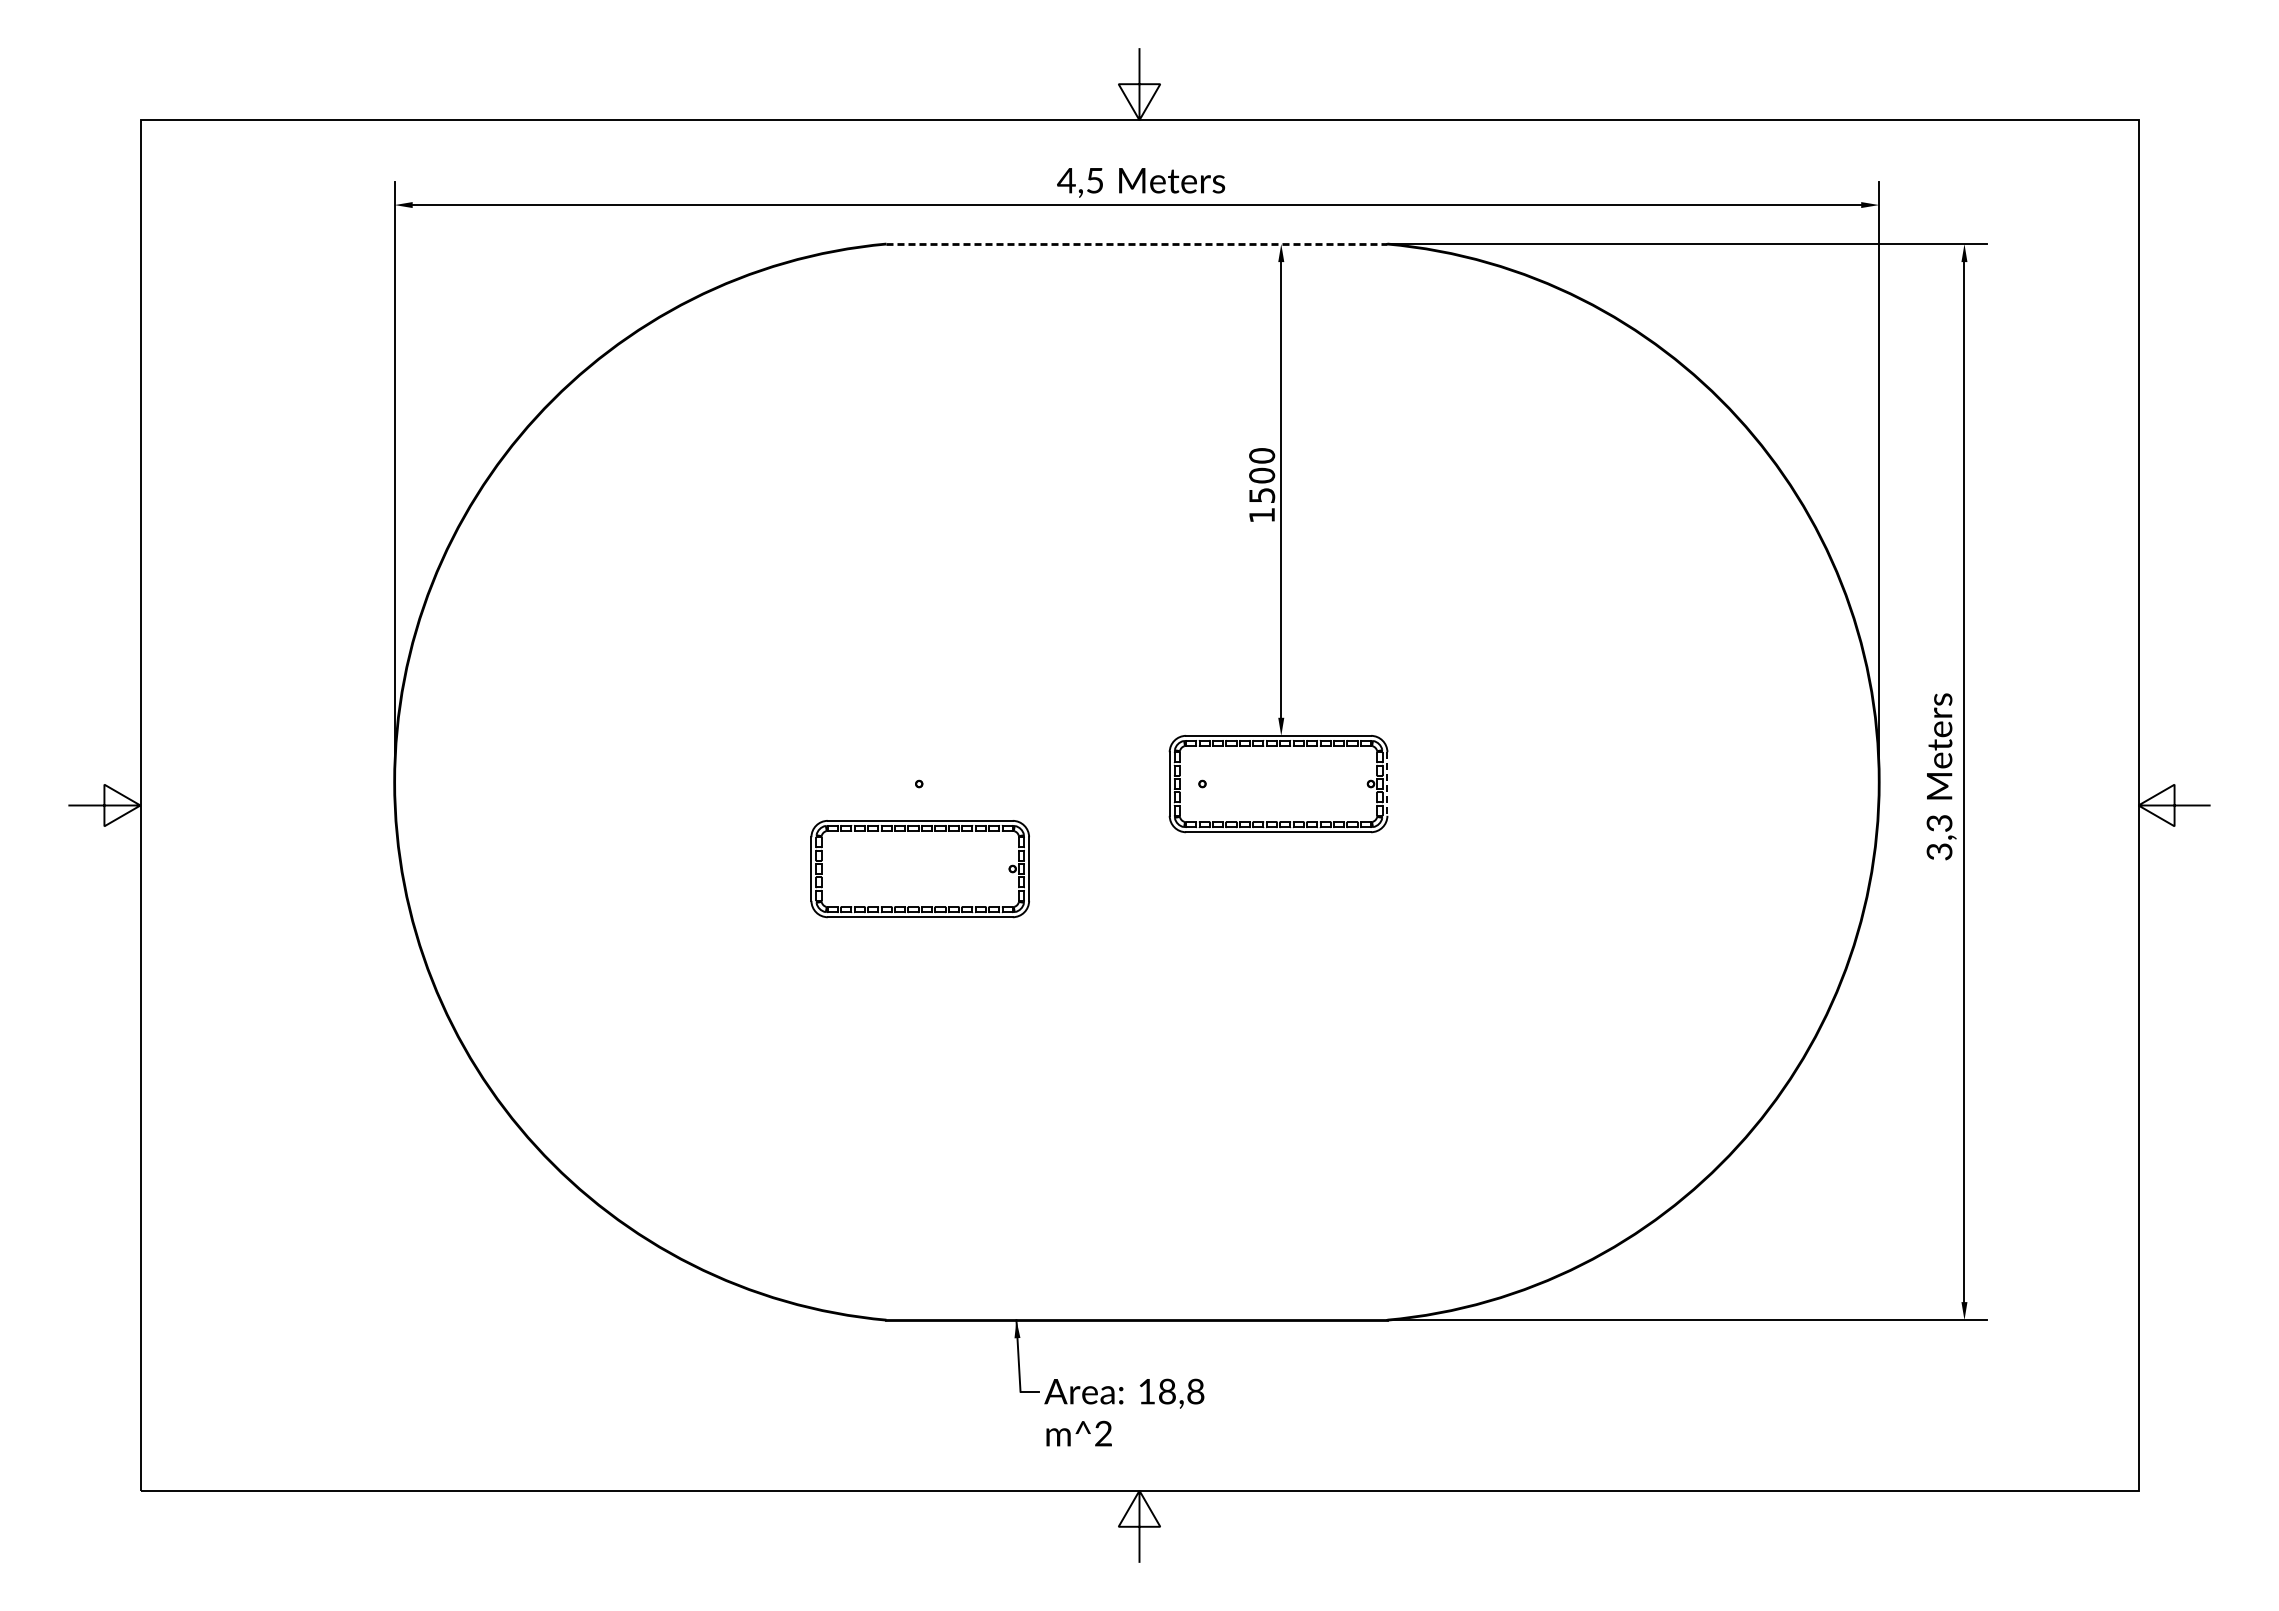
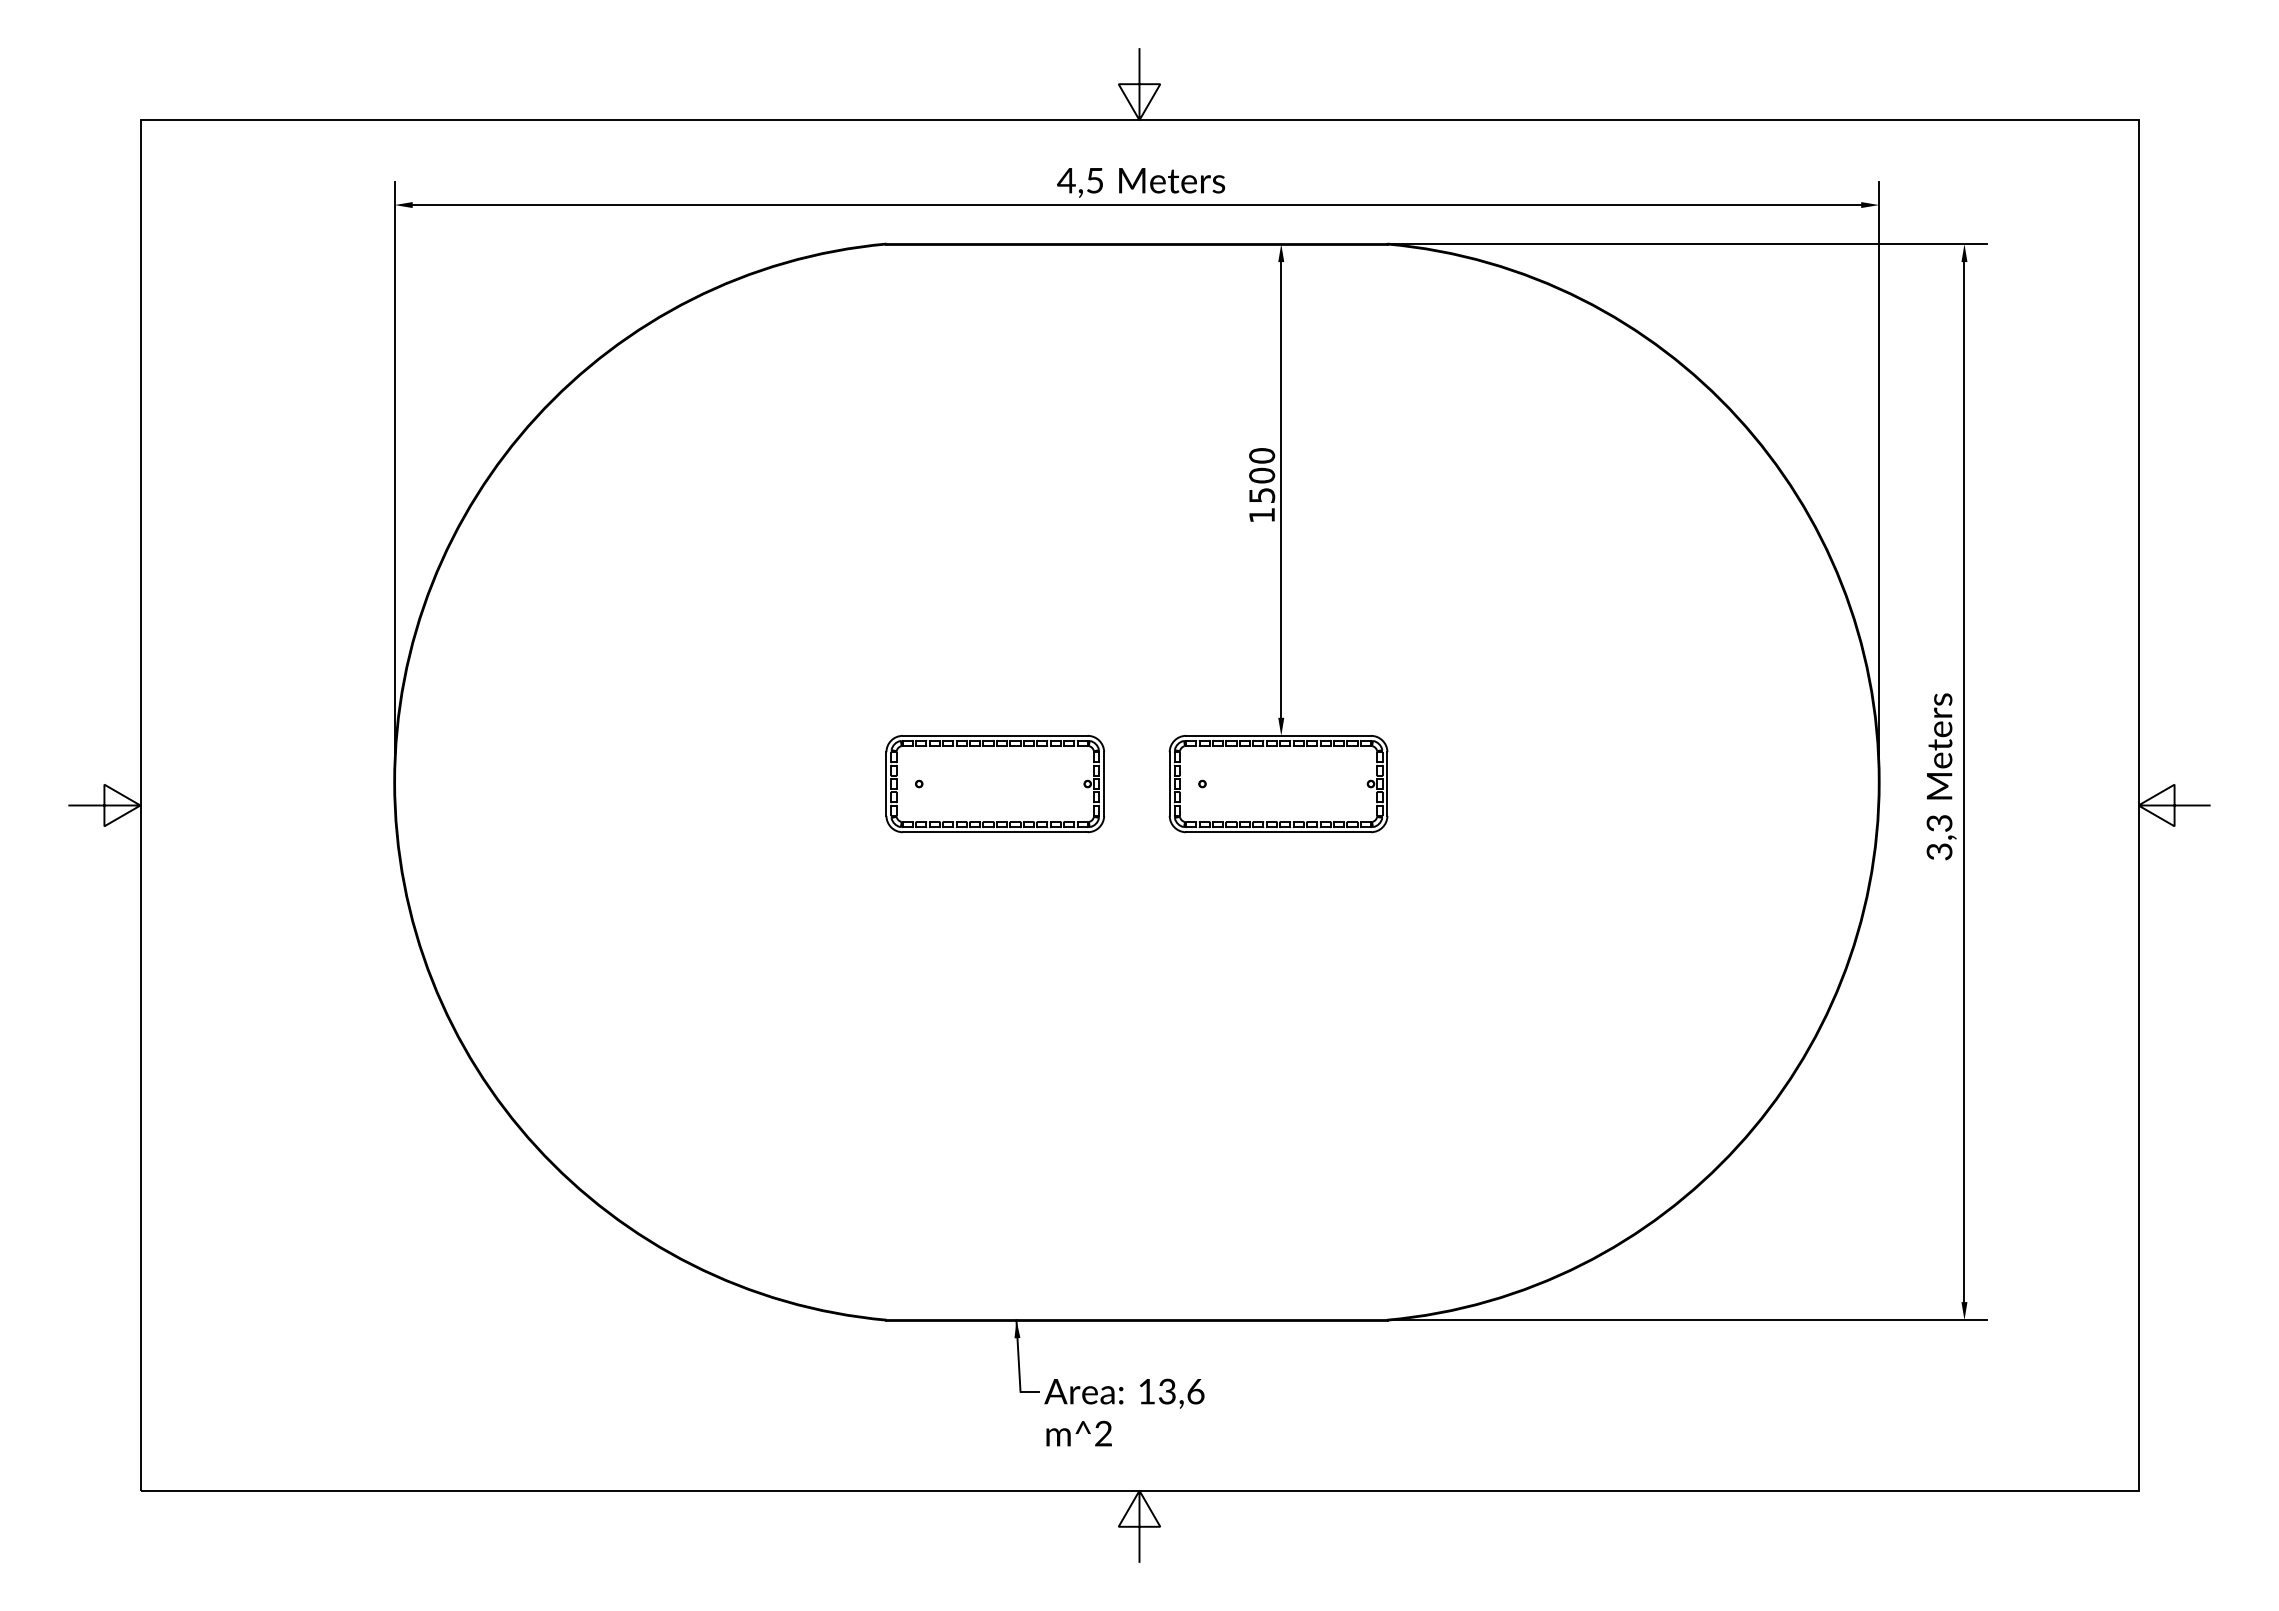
line at (1137, 244): dashed -> solid
line at (1387, 784): dashed -> solid
part at (919, 869) position: (919, 869) -> (994, 784)
text at (1181, 1390): 18,8 -> 13,6
